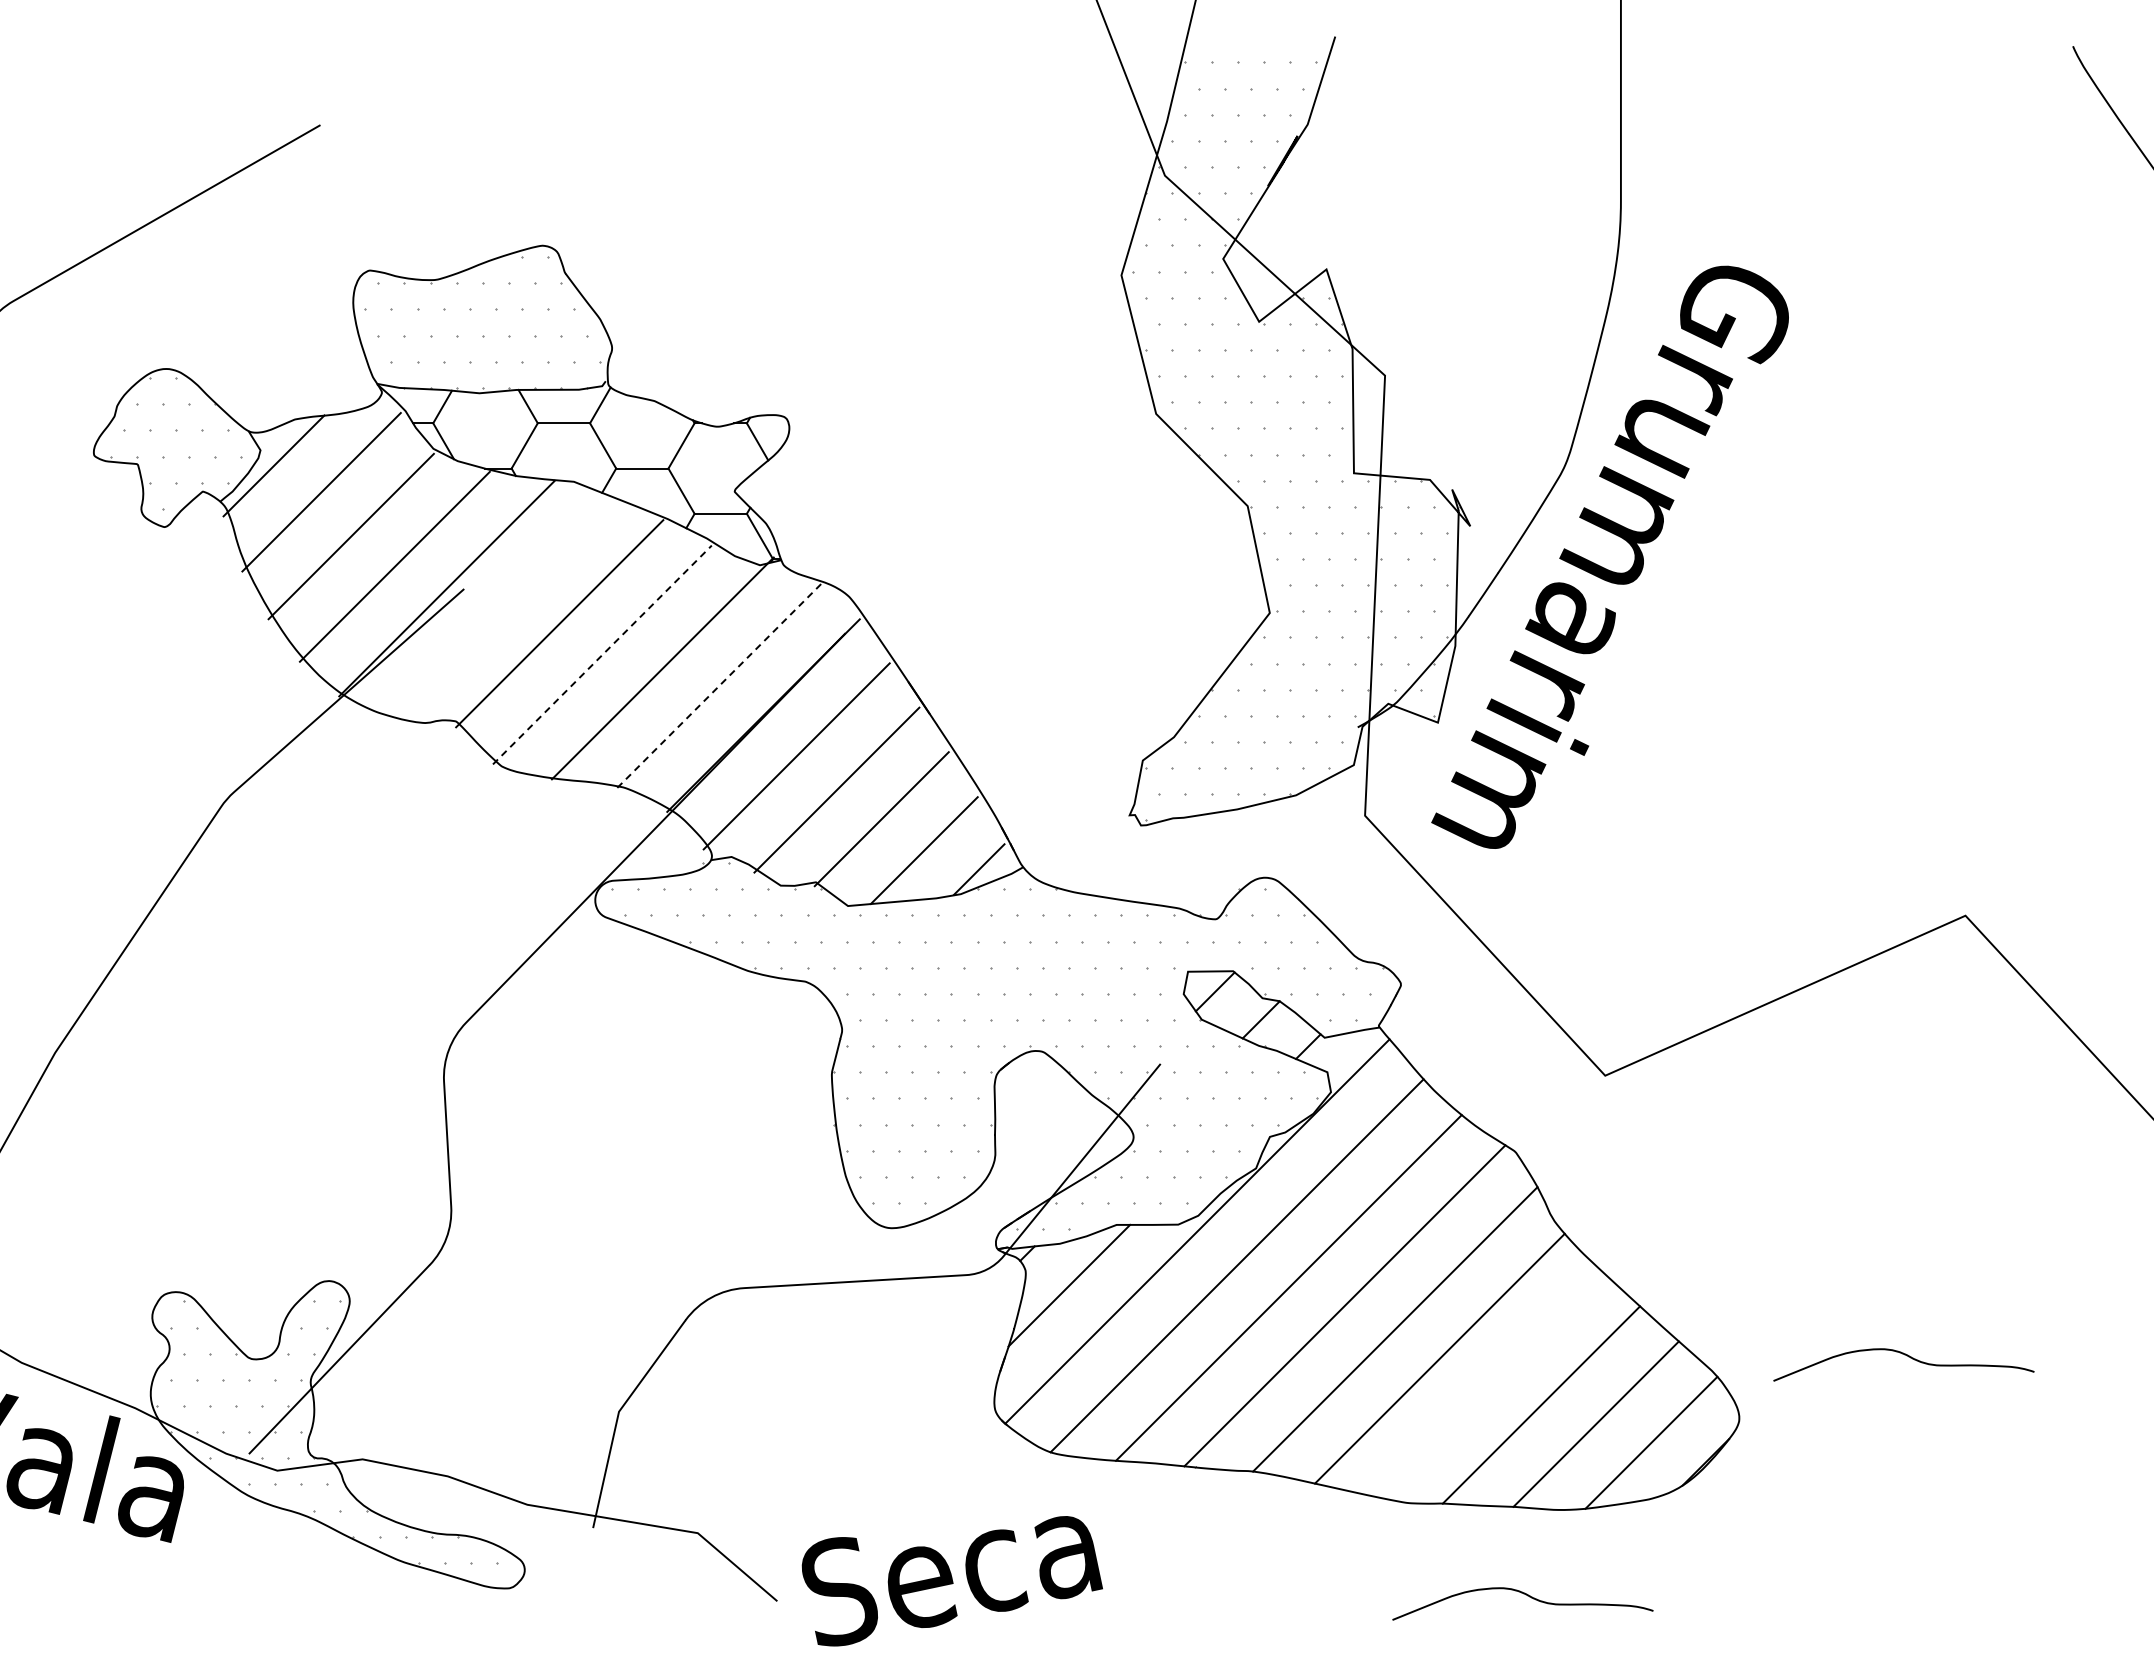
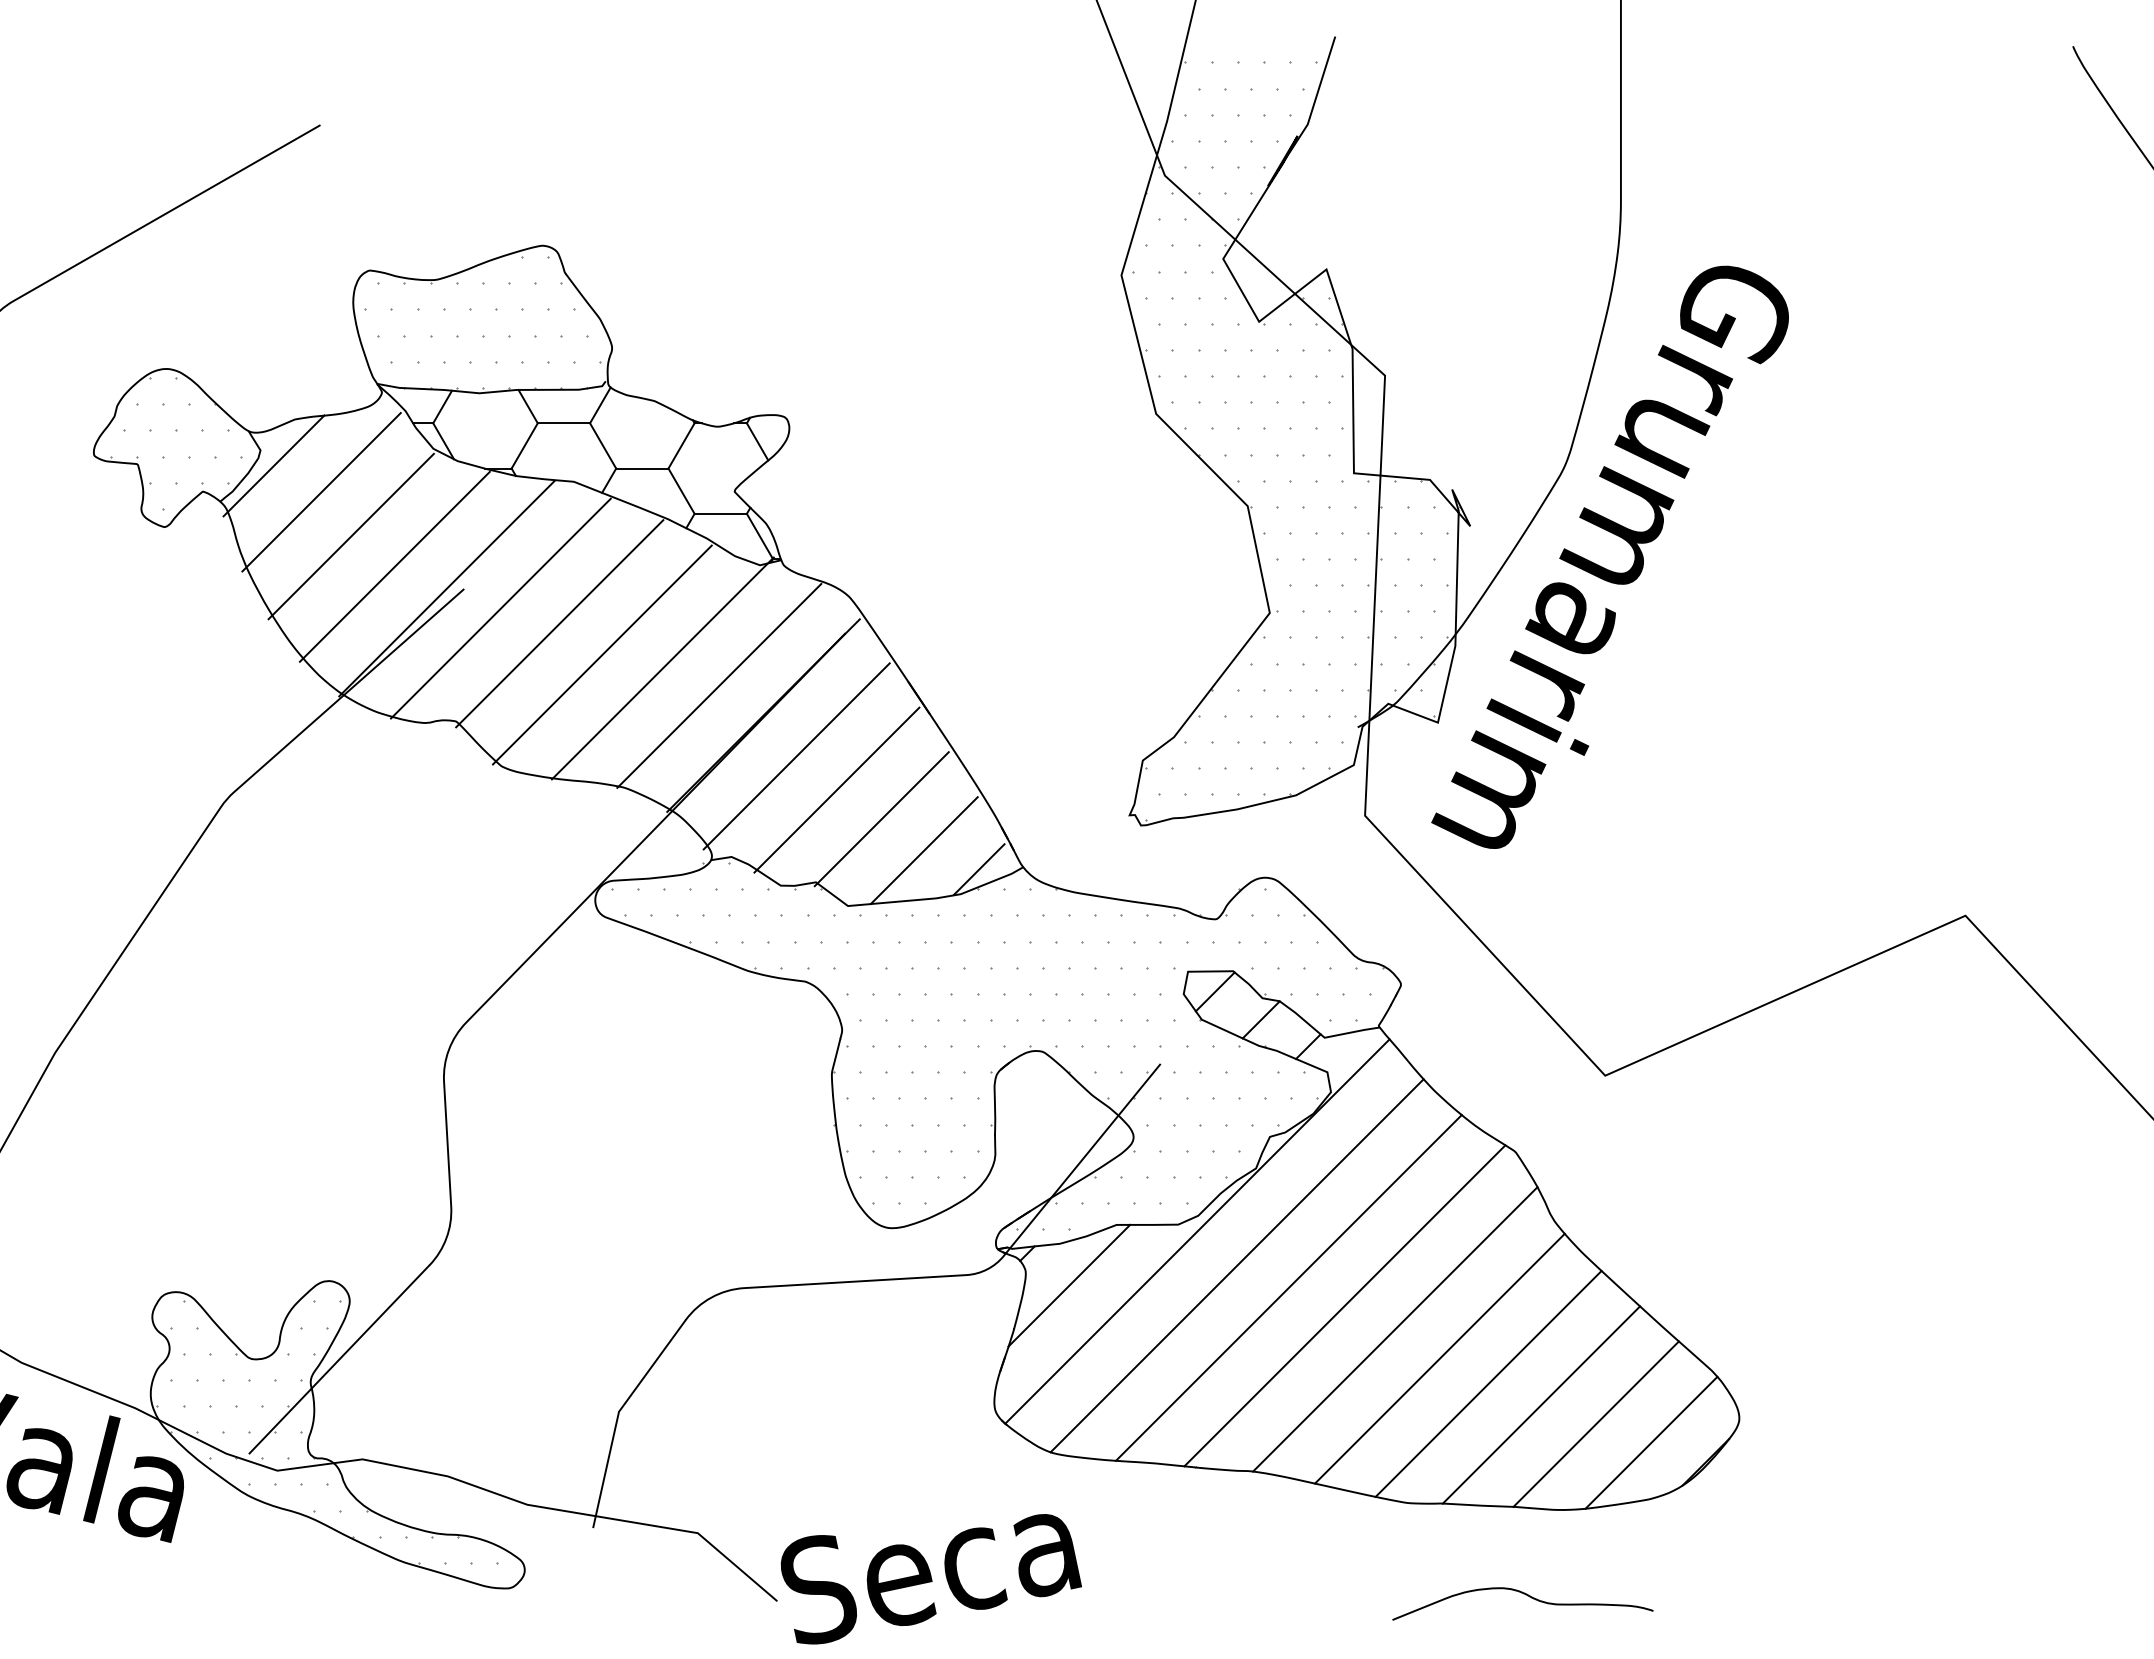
line at (500, 608): none -> present
line at (602, 655): dashed -> solid
line at (719, 685): dashed -> solid
curve at (1908, 1357): present -> none
line at (1488, 1383): none -> present
text at (951, 1581) position: (951, 1581) -> (930, 1579)
